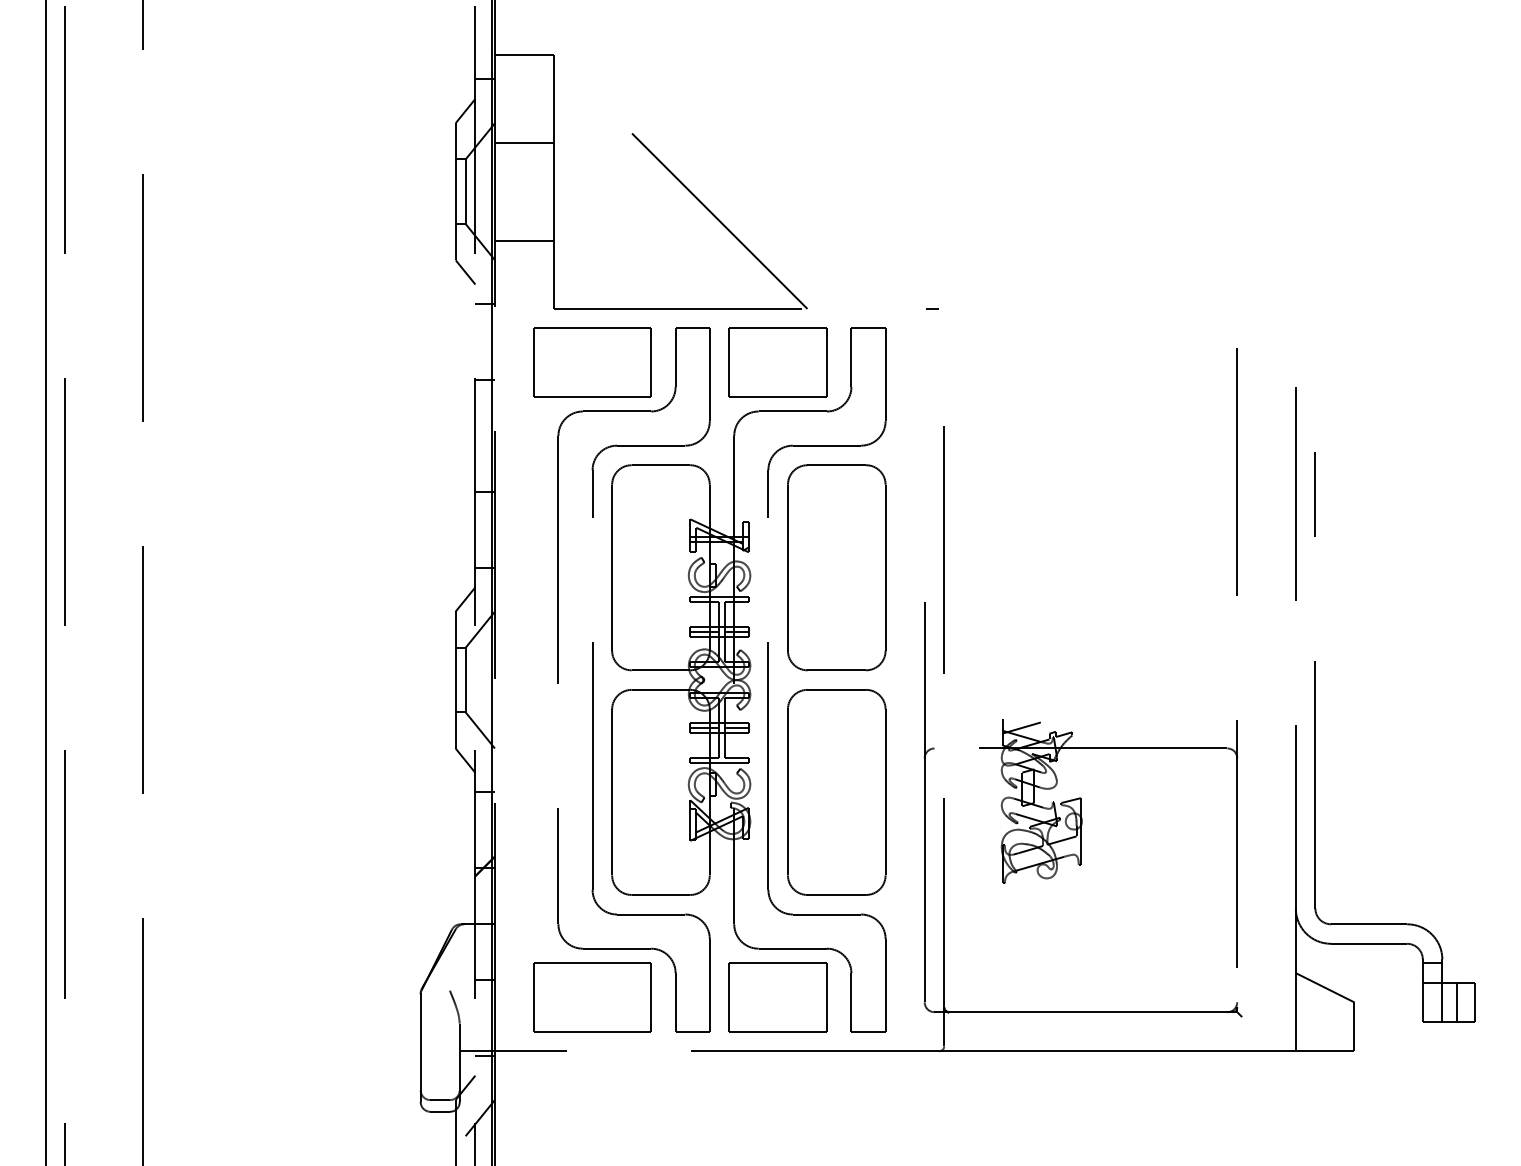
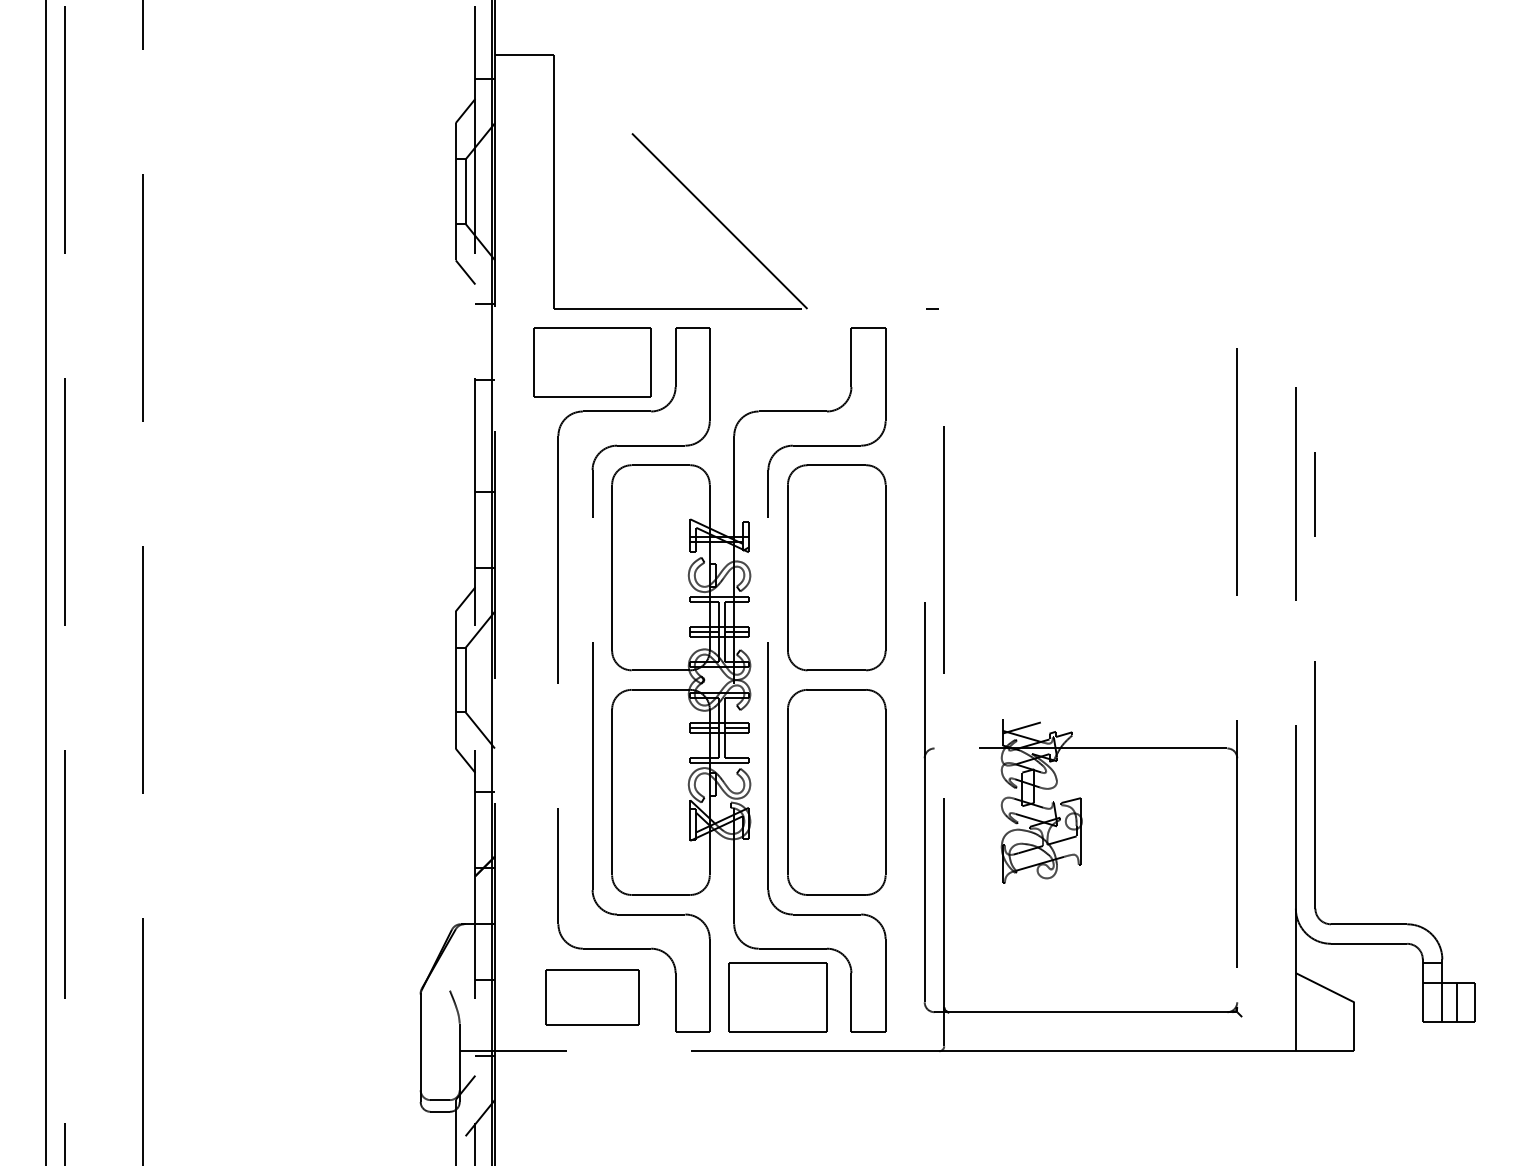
line at (523, 142): present -> none
line at (523, 240): present -> none
part at (777, 362): present -> none
part at (592, 997) size: 119x71 px -> 95x57 px
